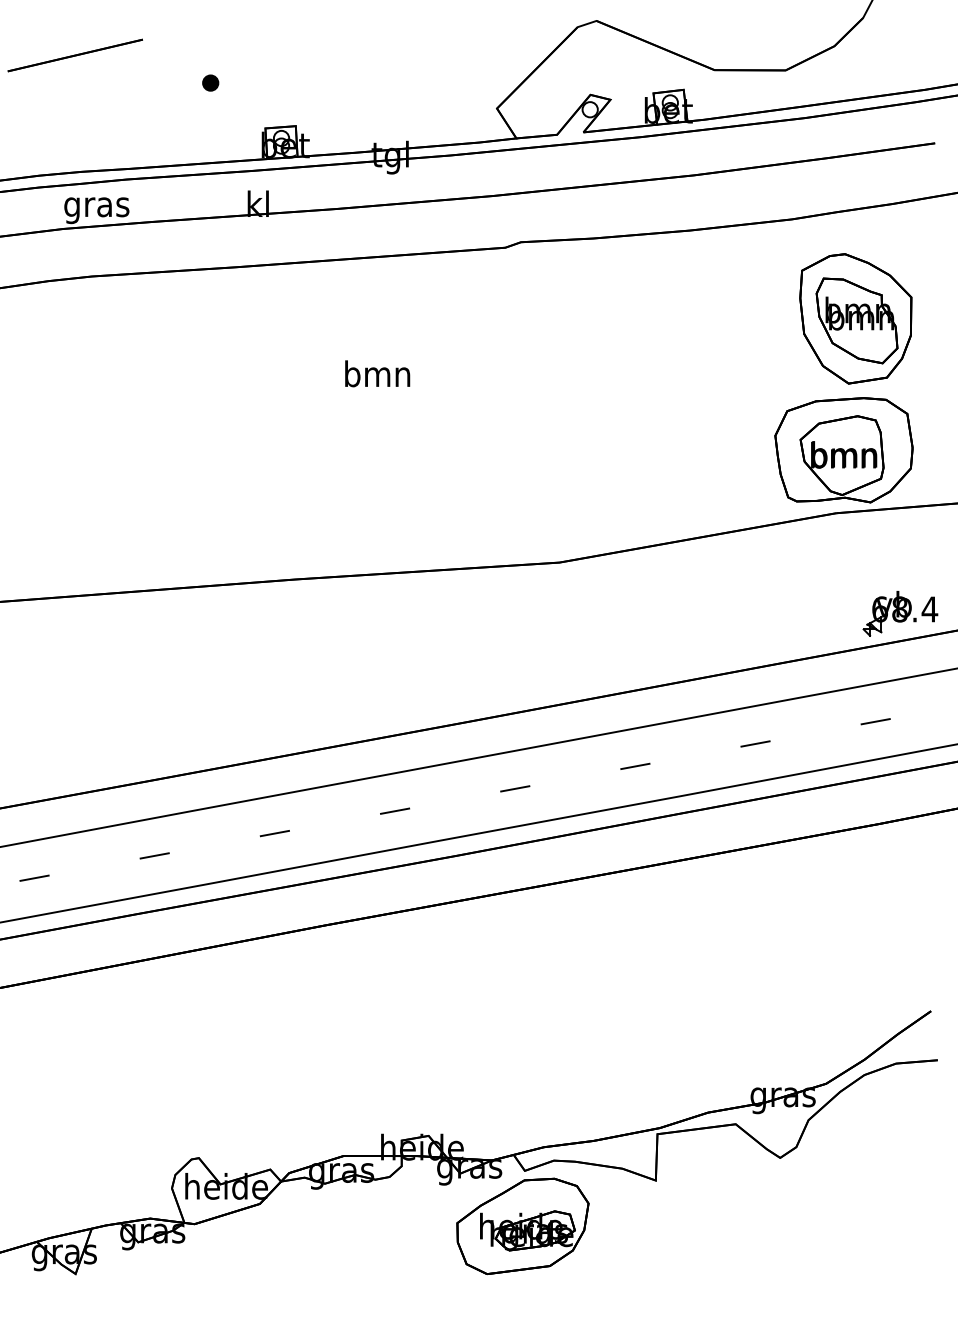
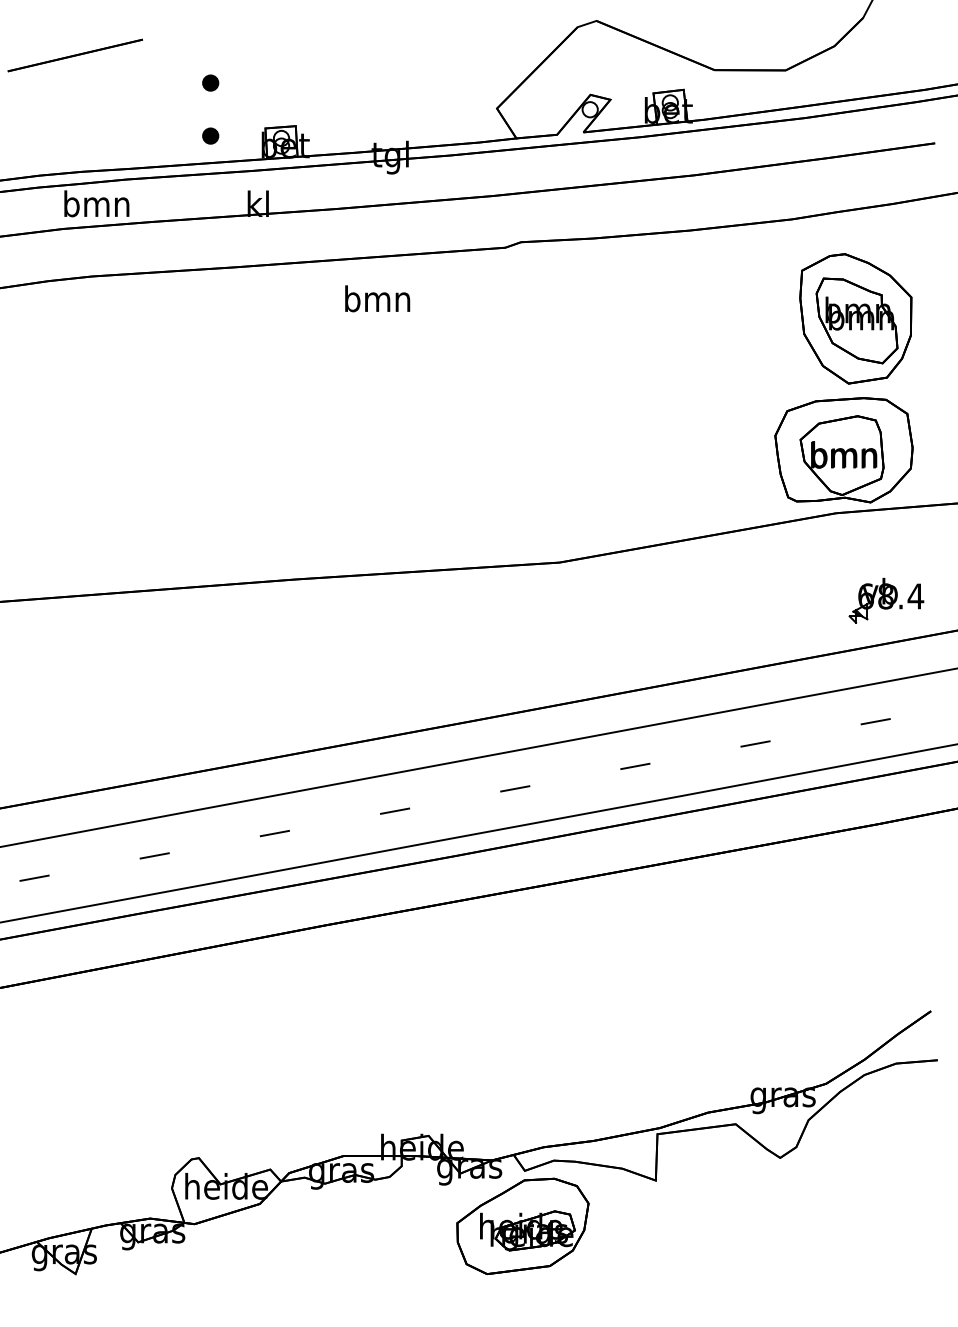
part at (210, 135): none -> present
text at (96, 207): gras -> bmn
text at (377, 373) position: (377, 373) -> (377, 298)
part at (900, 613) position: (900, 613) -> (886, 600)
